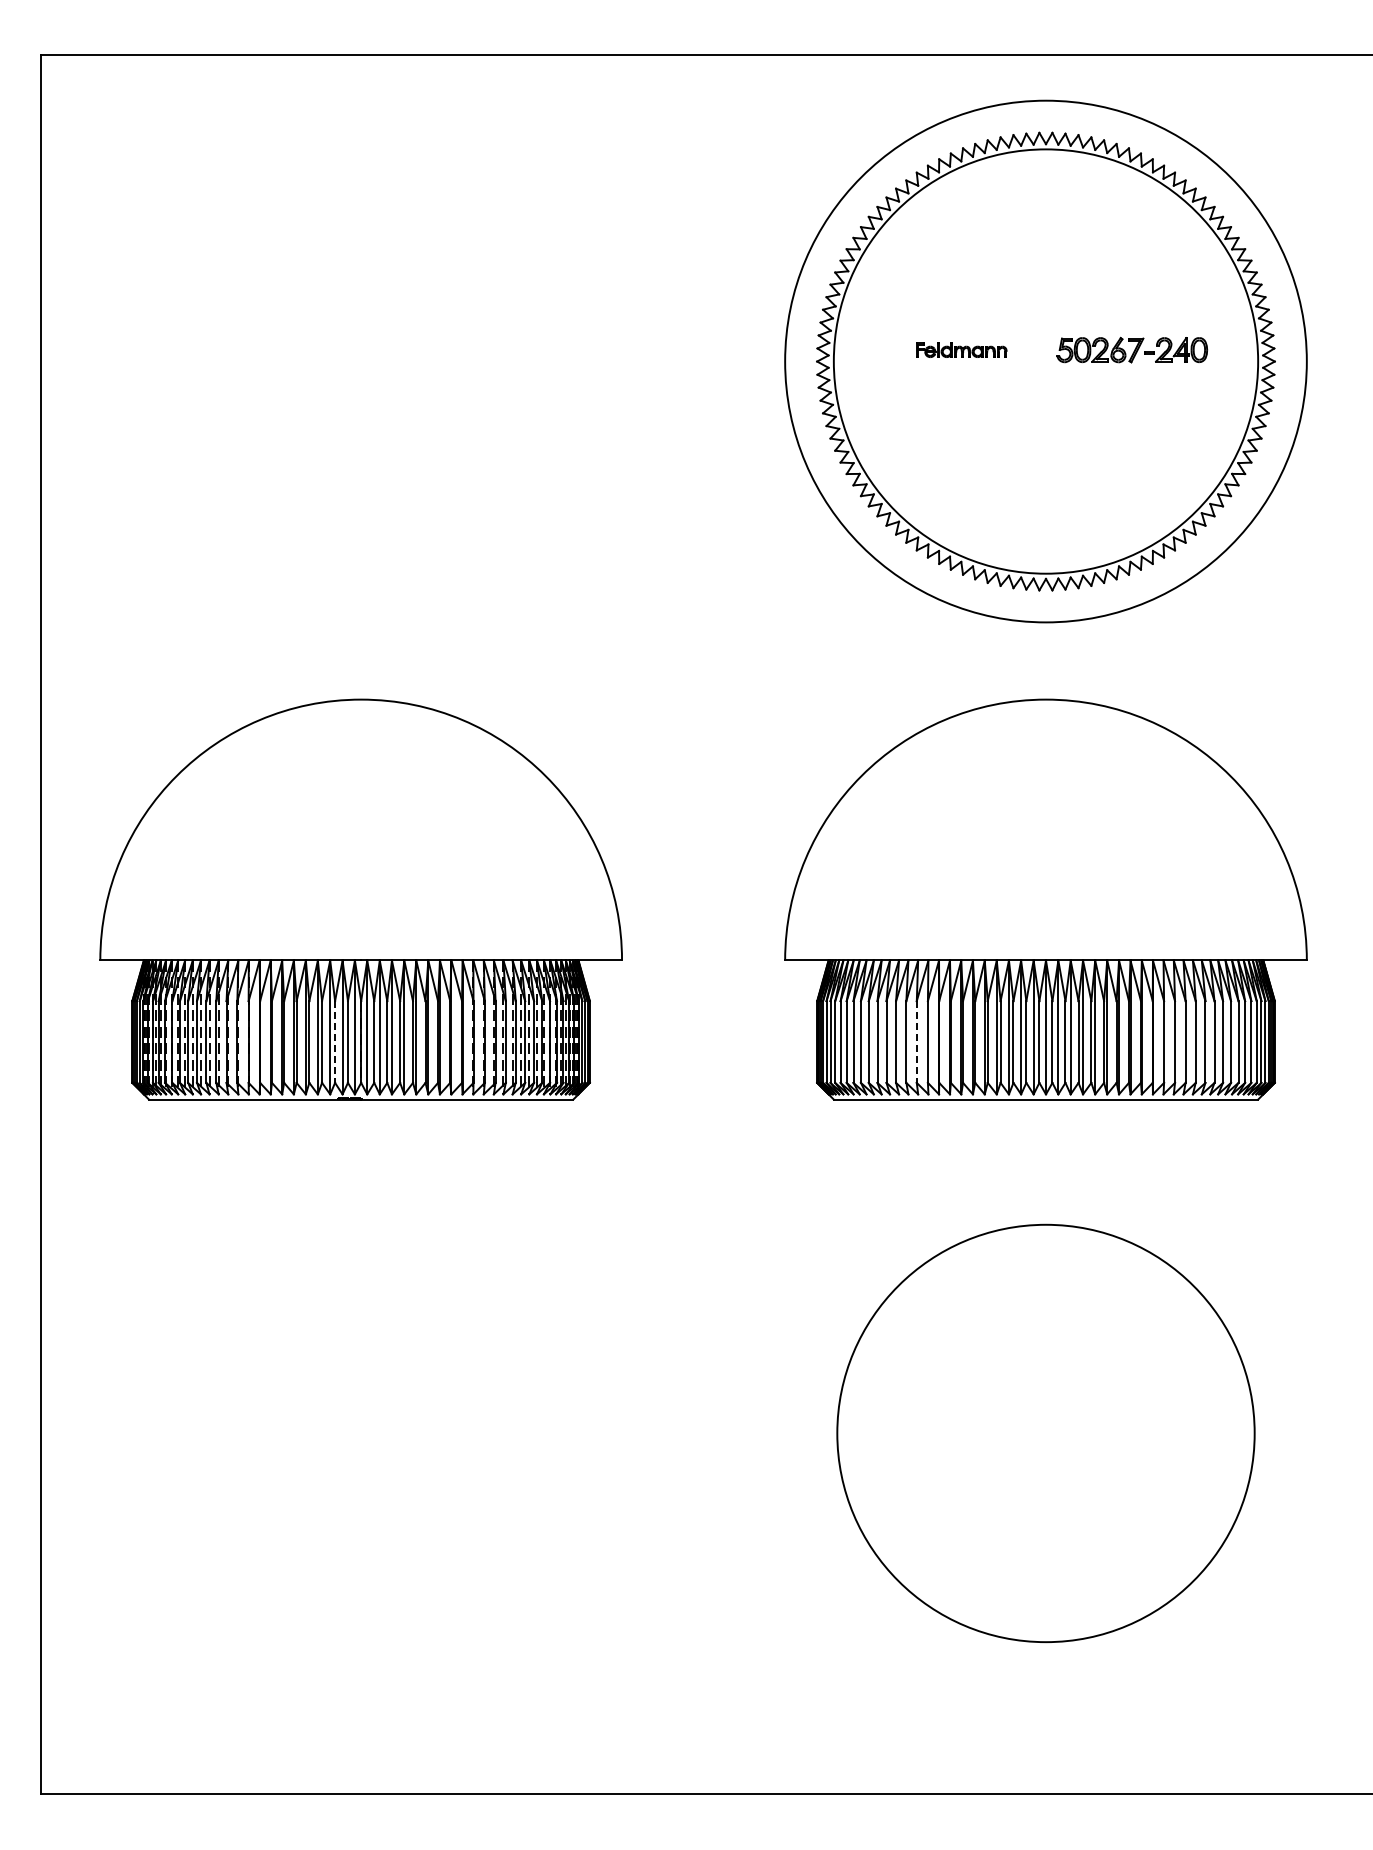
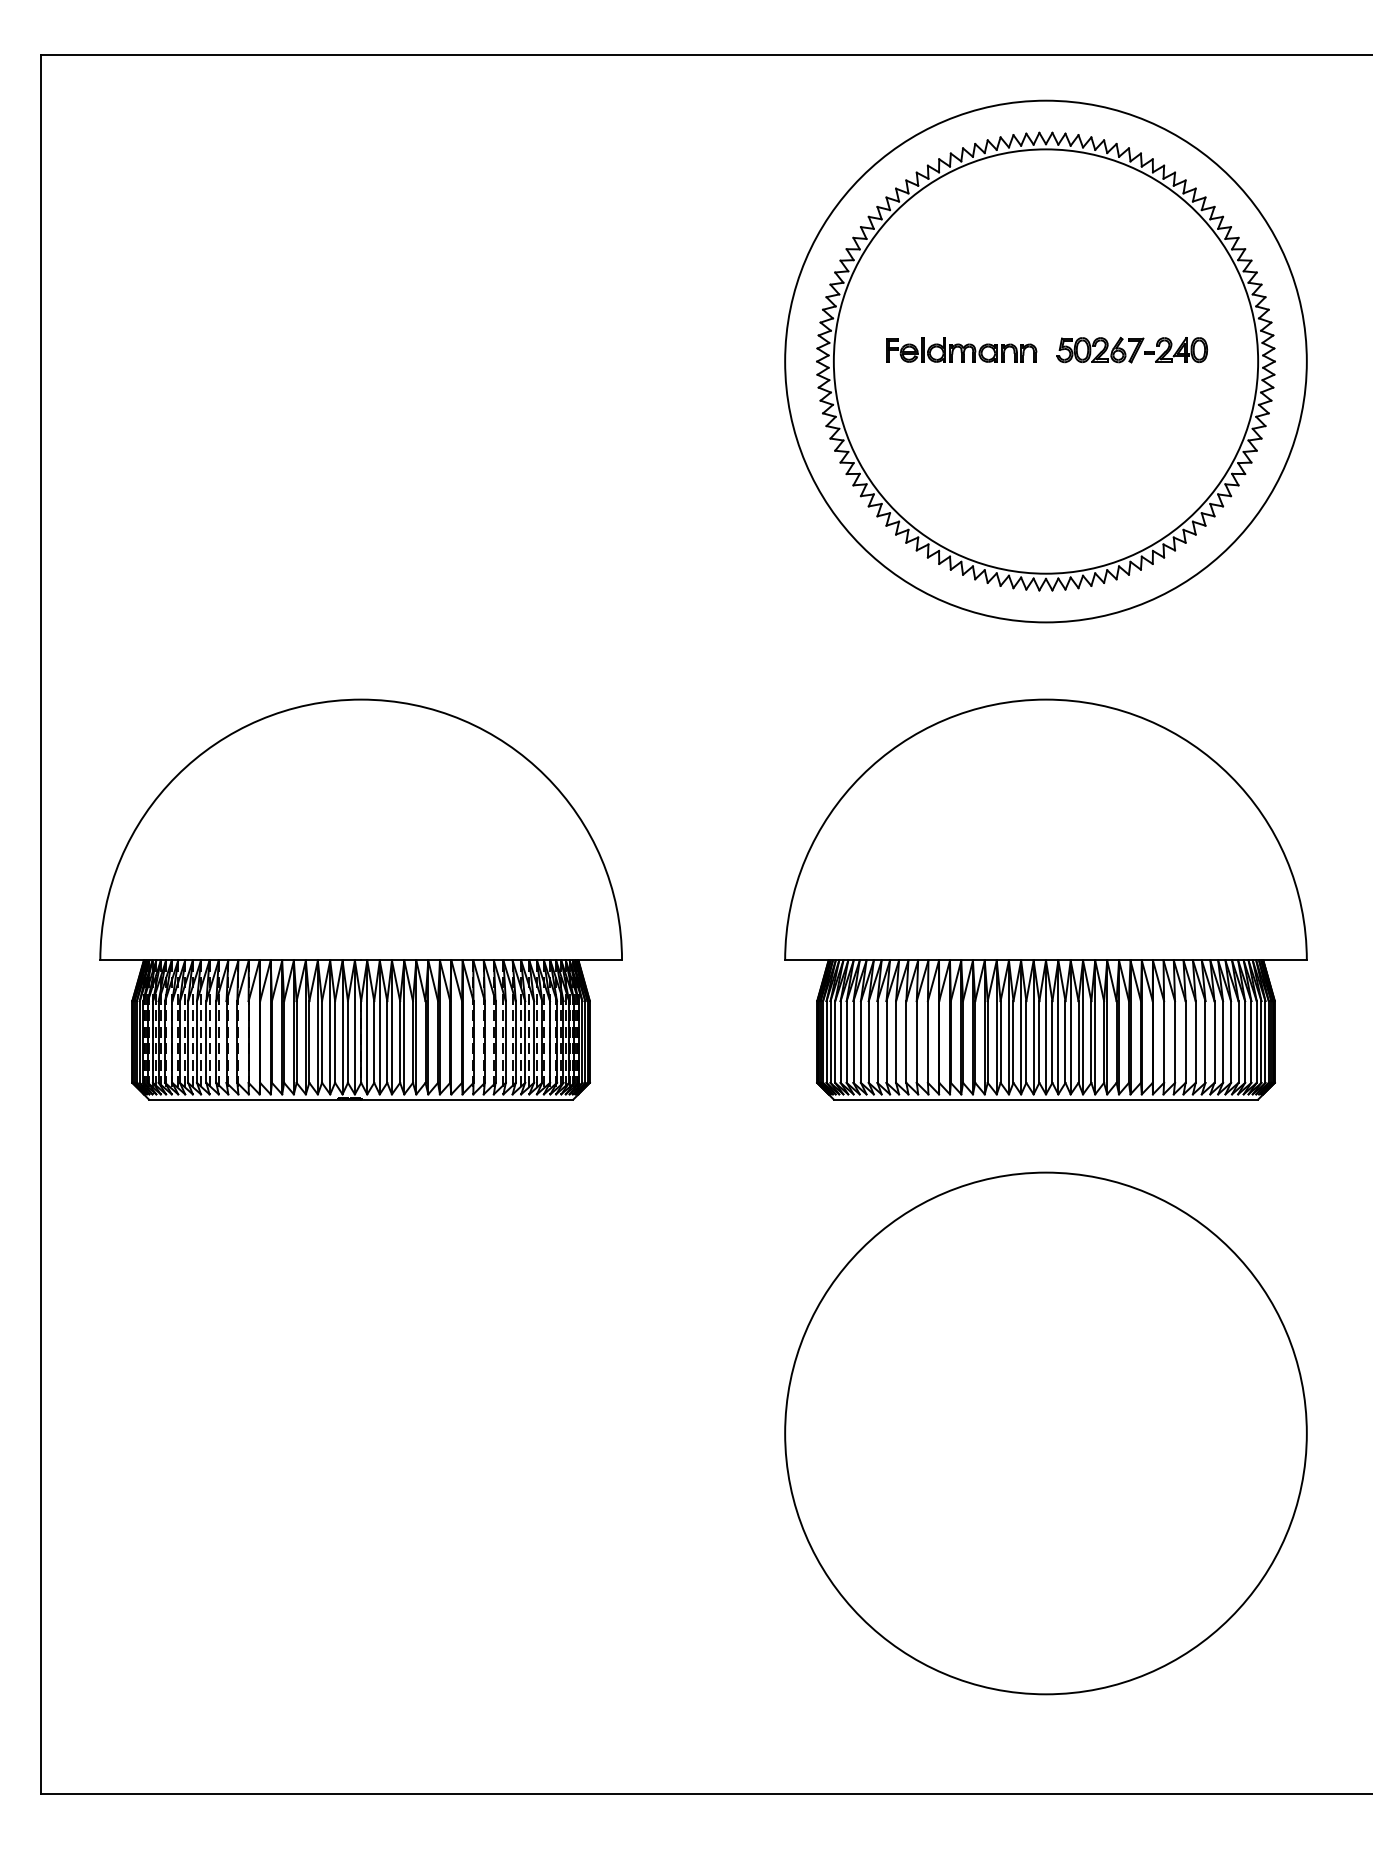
part at (961, 349) size: 92x16 px -> 152x26 px
line at (335, 1042): dashed -> solid
line at (916, 1042): dashed -> solid
circle at (1045, 1433) size: 420x421 px -> 524x525 px
